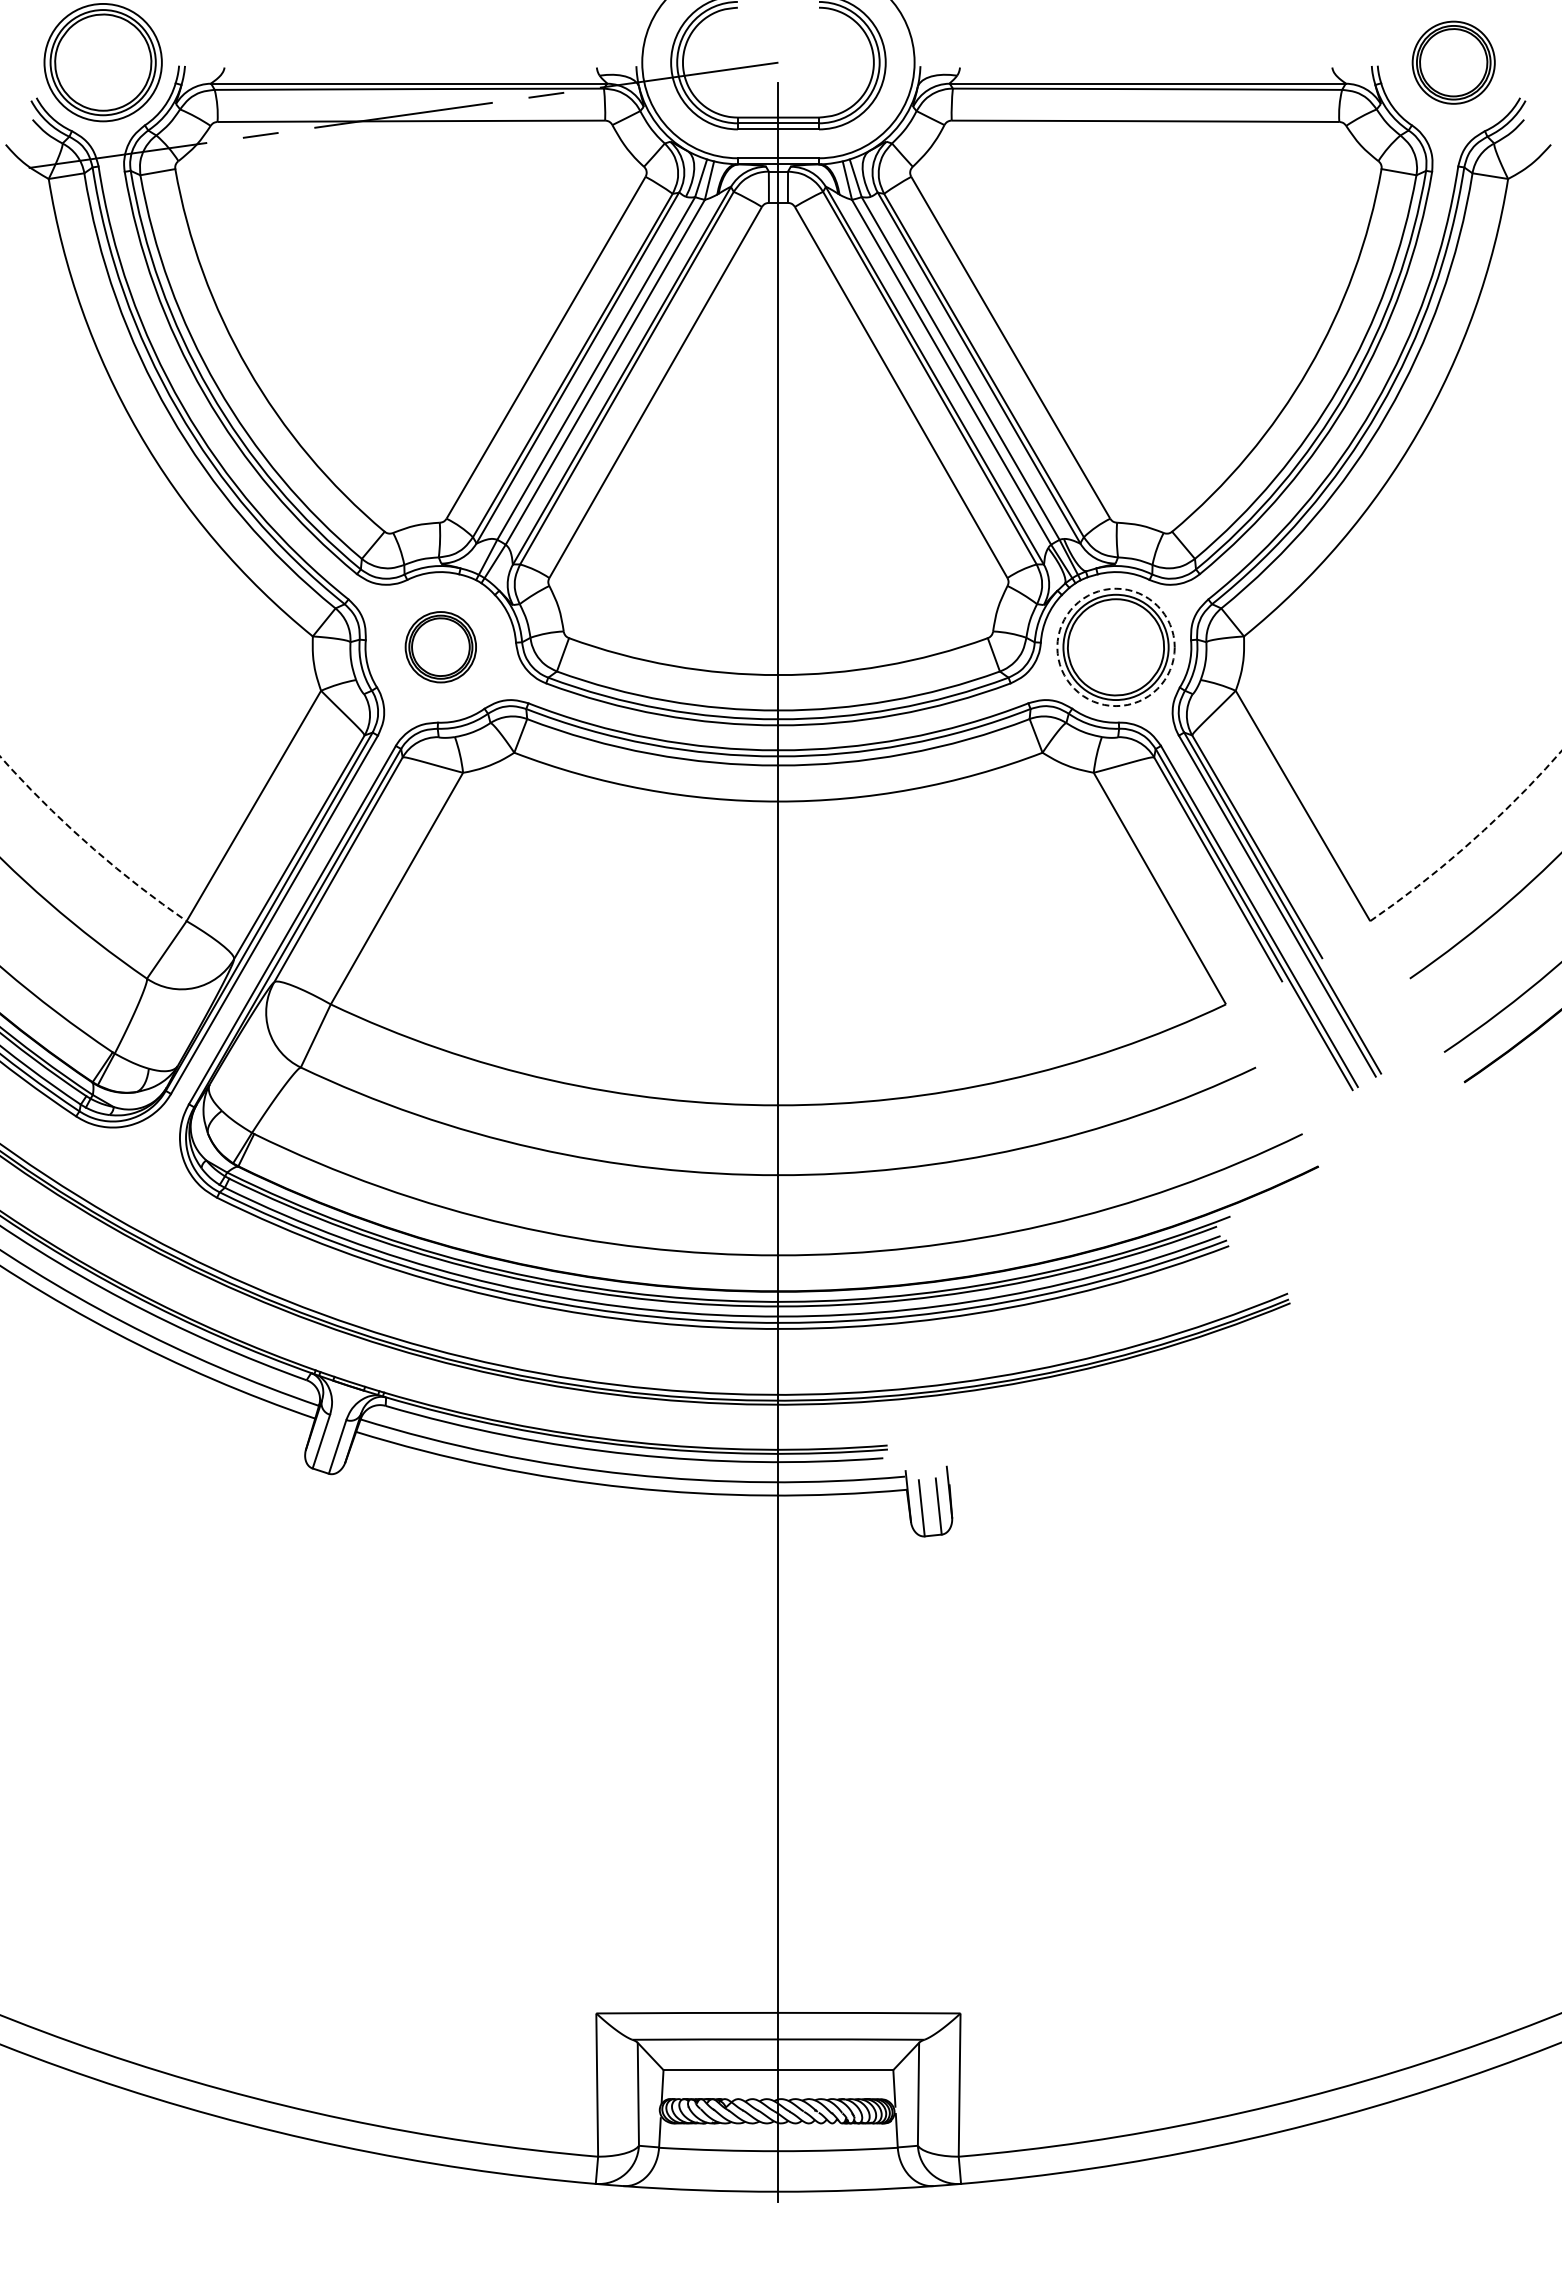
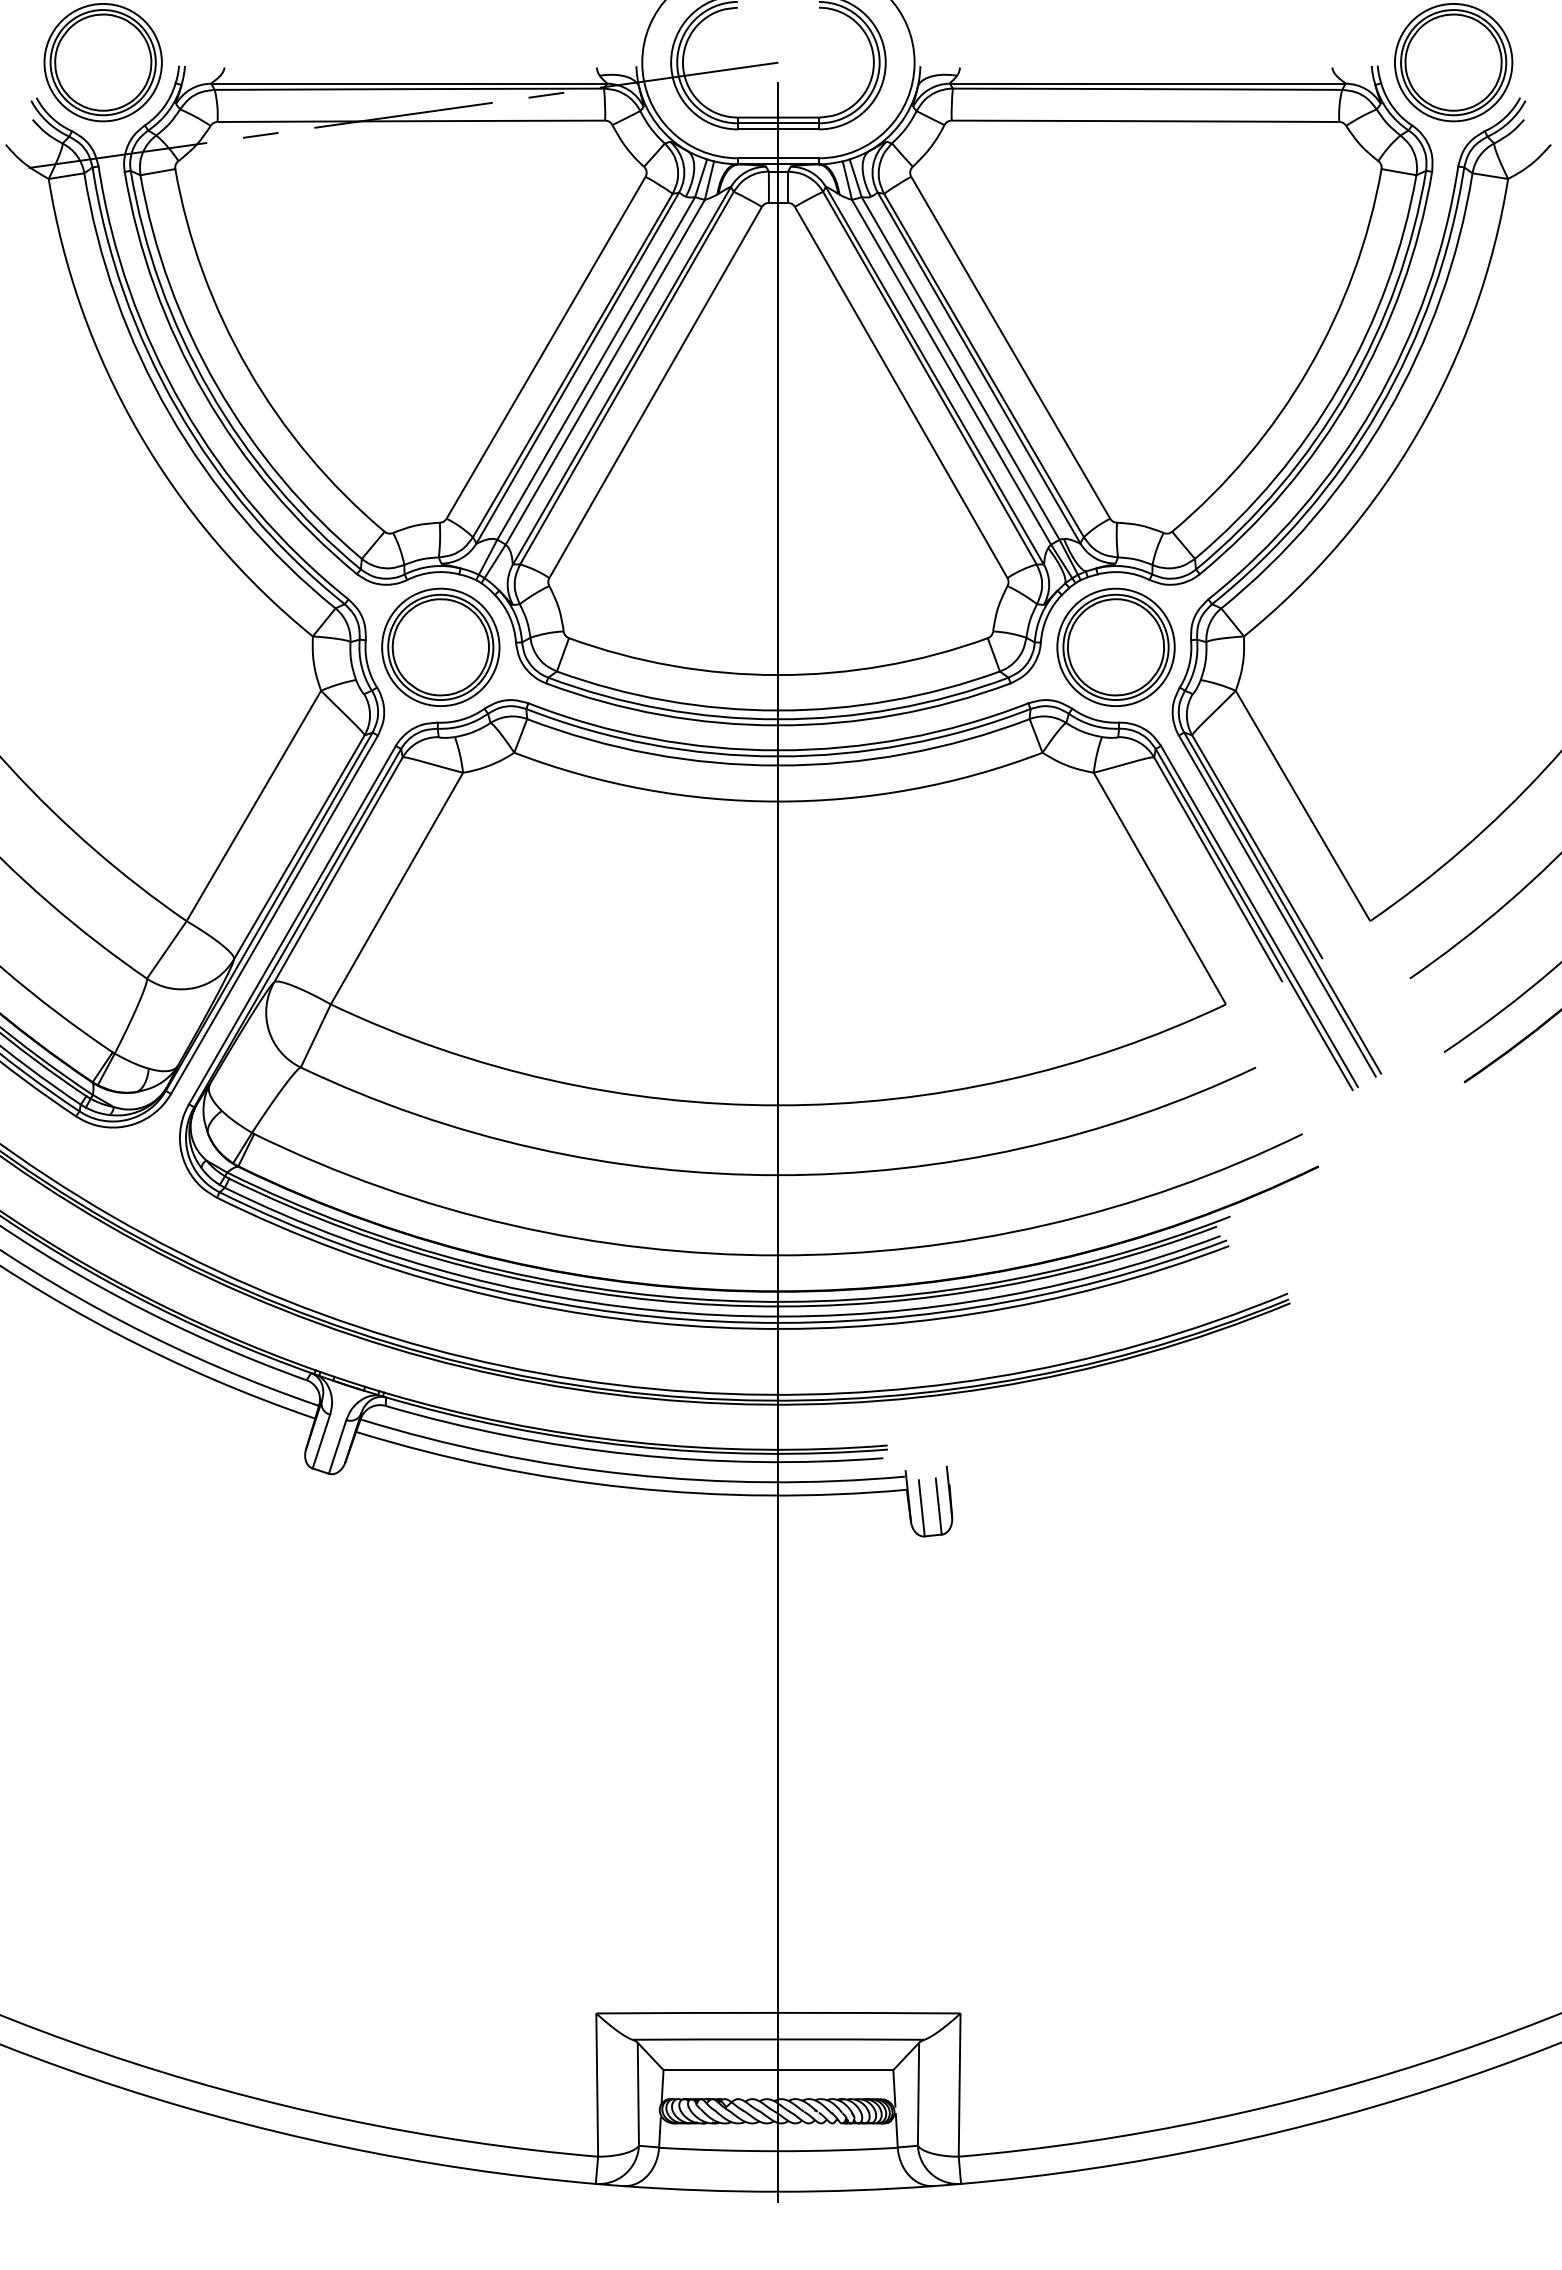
part at (1453, 62) size: 85x85 px -> 120x120 px
part at (440, 647) size: 73x73 px -> 120x120 px
circle at (1115, 647): dashed -> solid
arc at (1470, 842): dashed -> solid
arc at (89, 845): dashed -> solid
